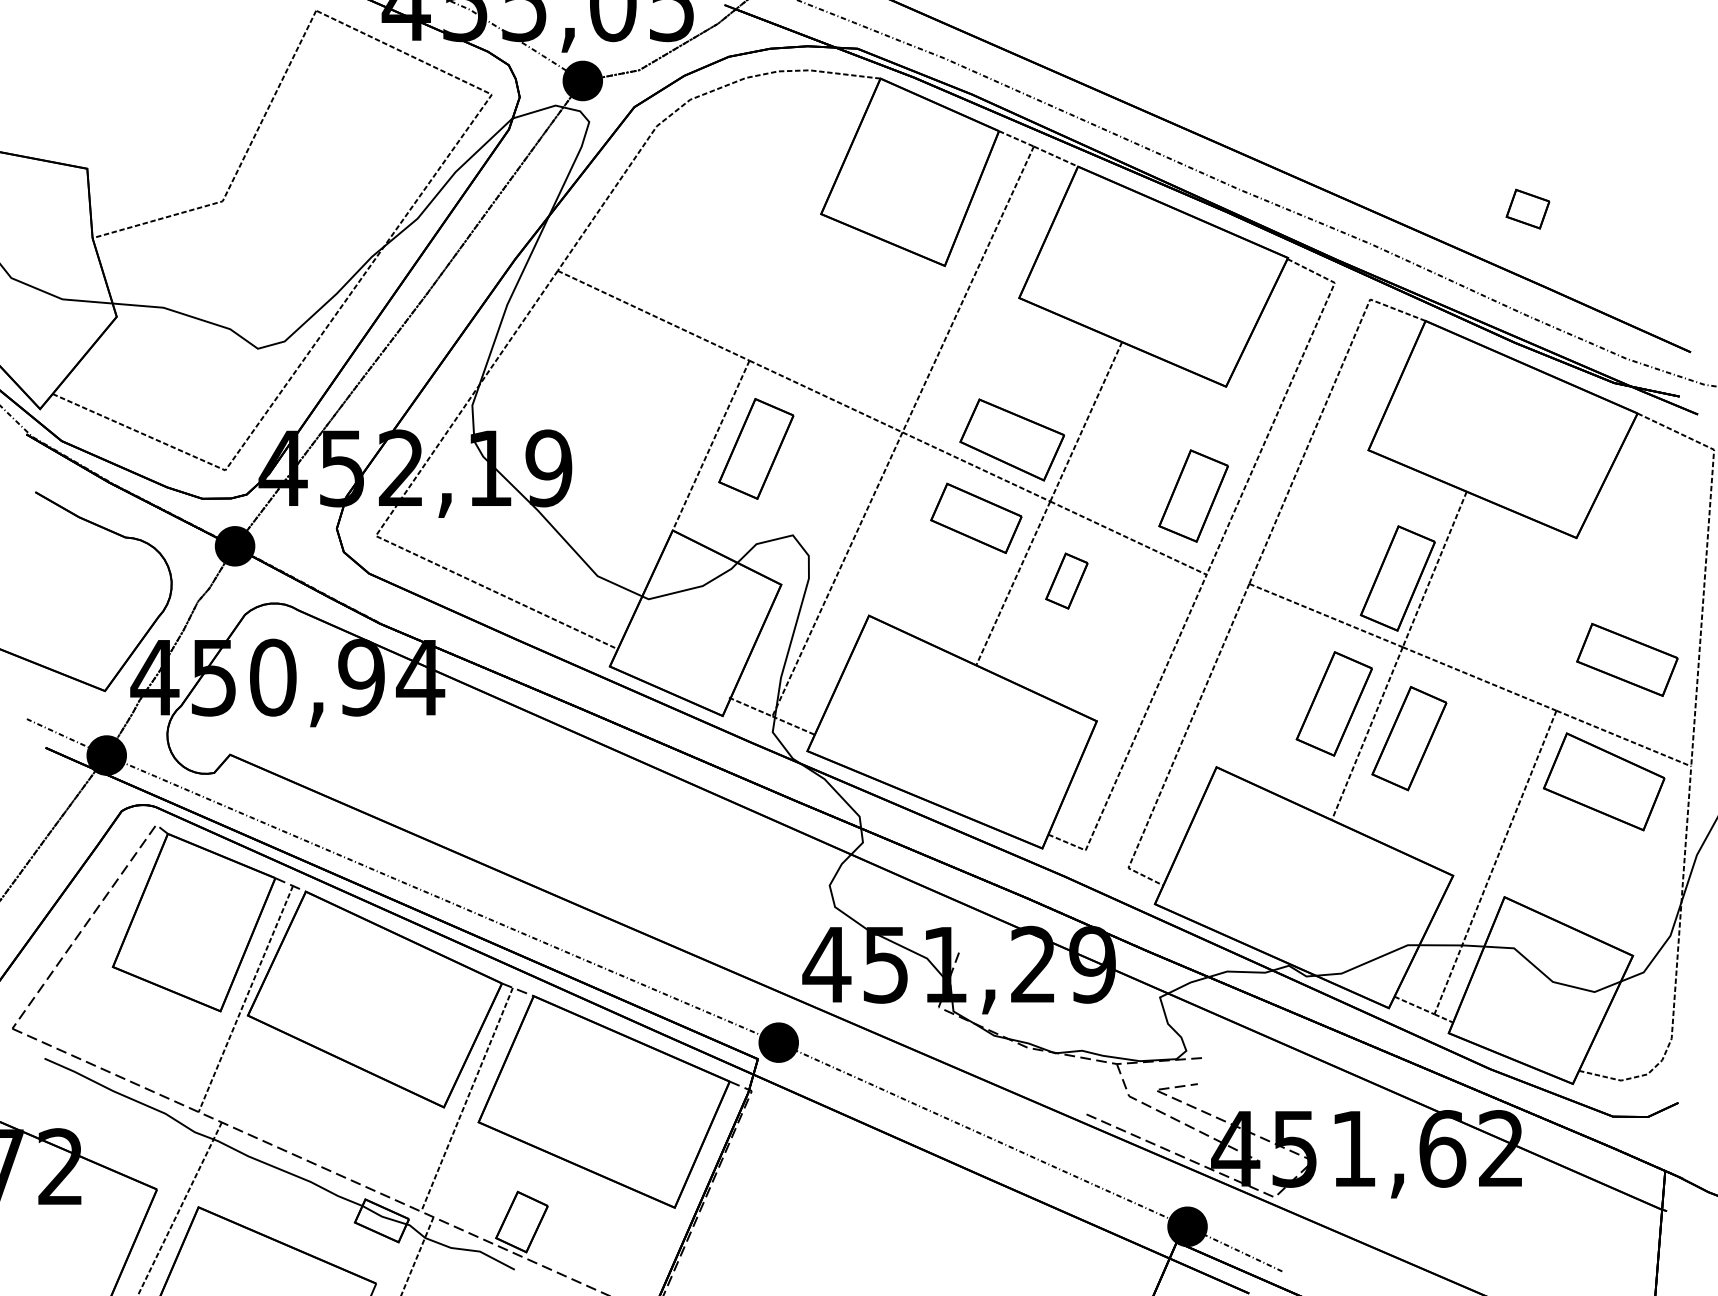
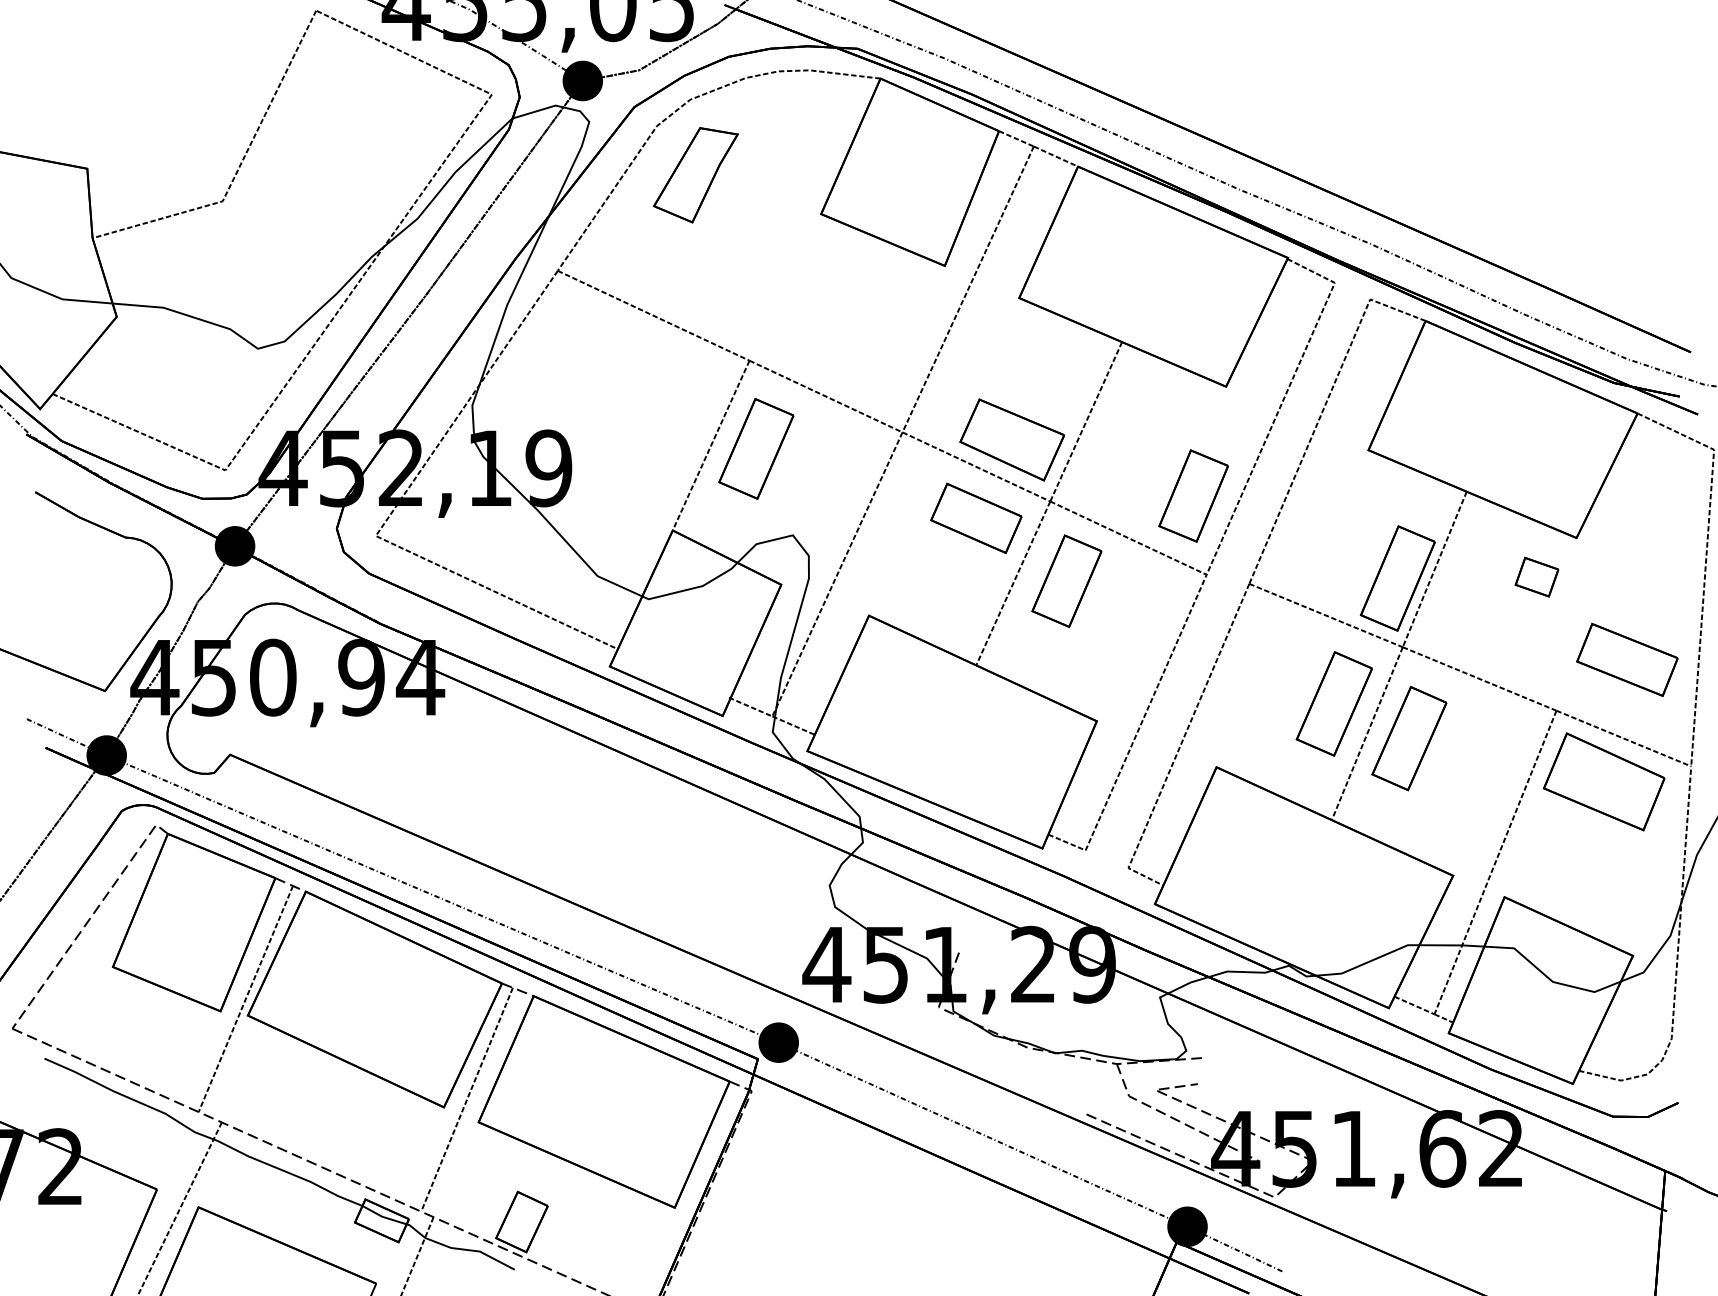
part at (695, 175): none -> present
part at (1527, 208) position: (1527, 208) -> (1536, 576)
part at (1066, 580) size: 44x58 px -> 72x94 px
